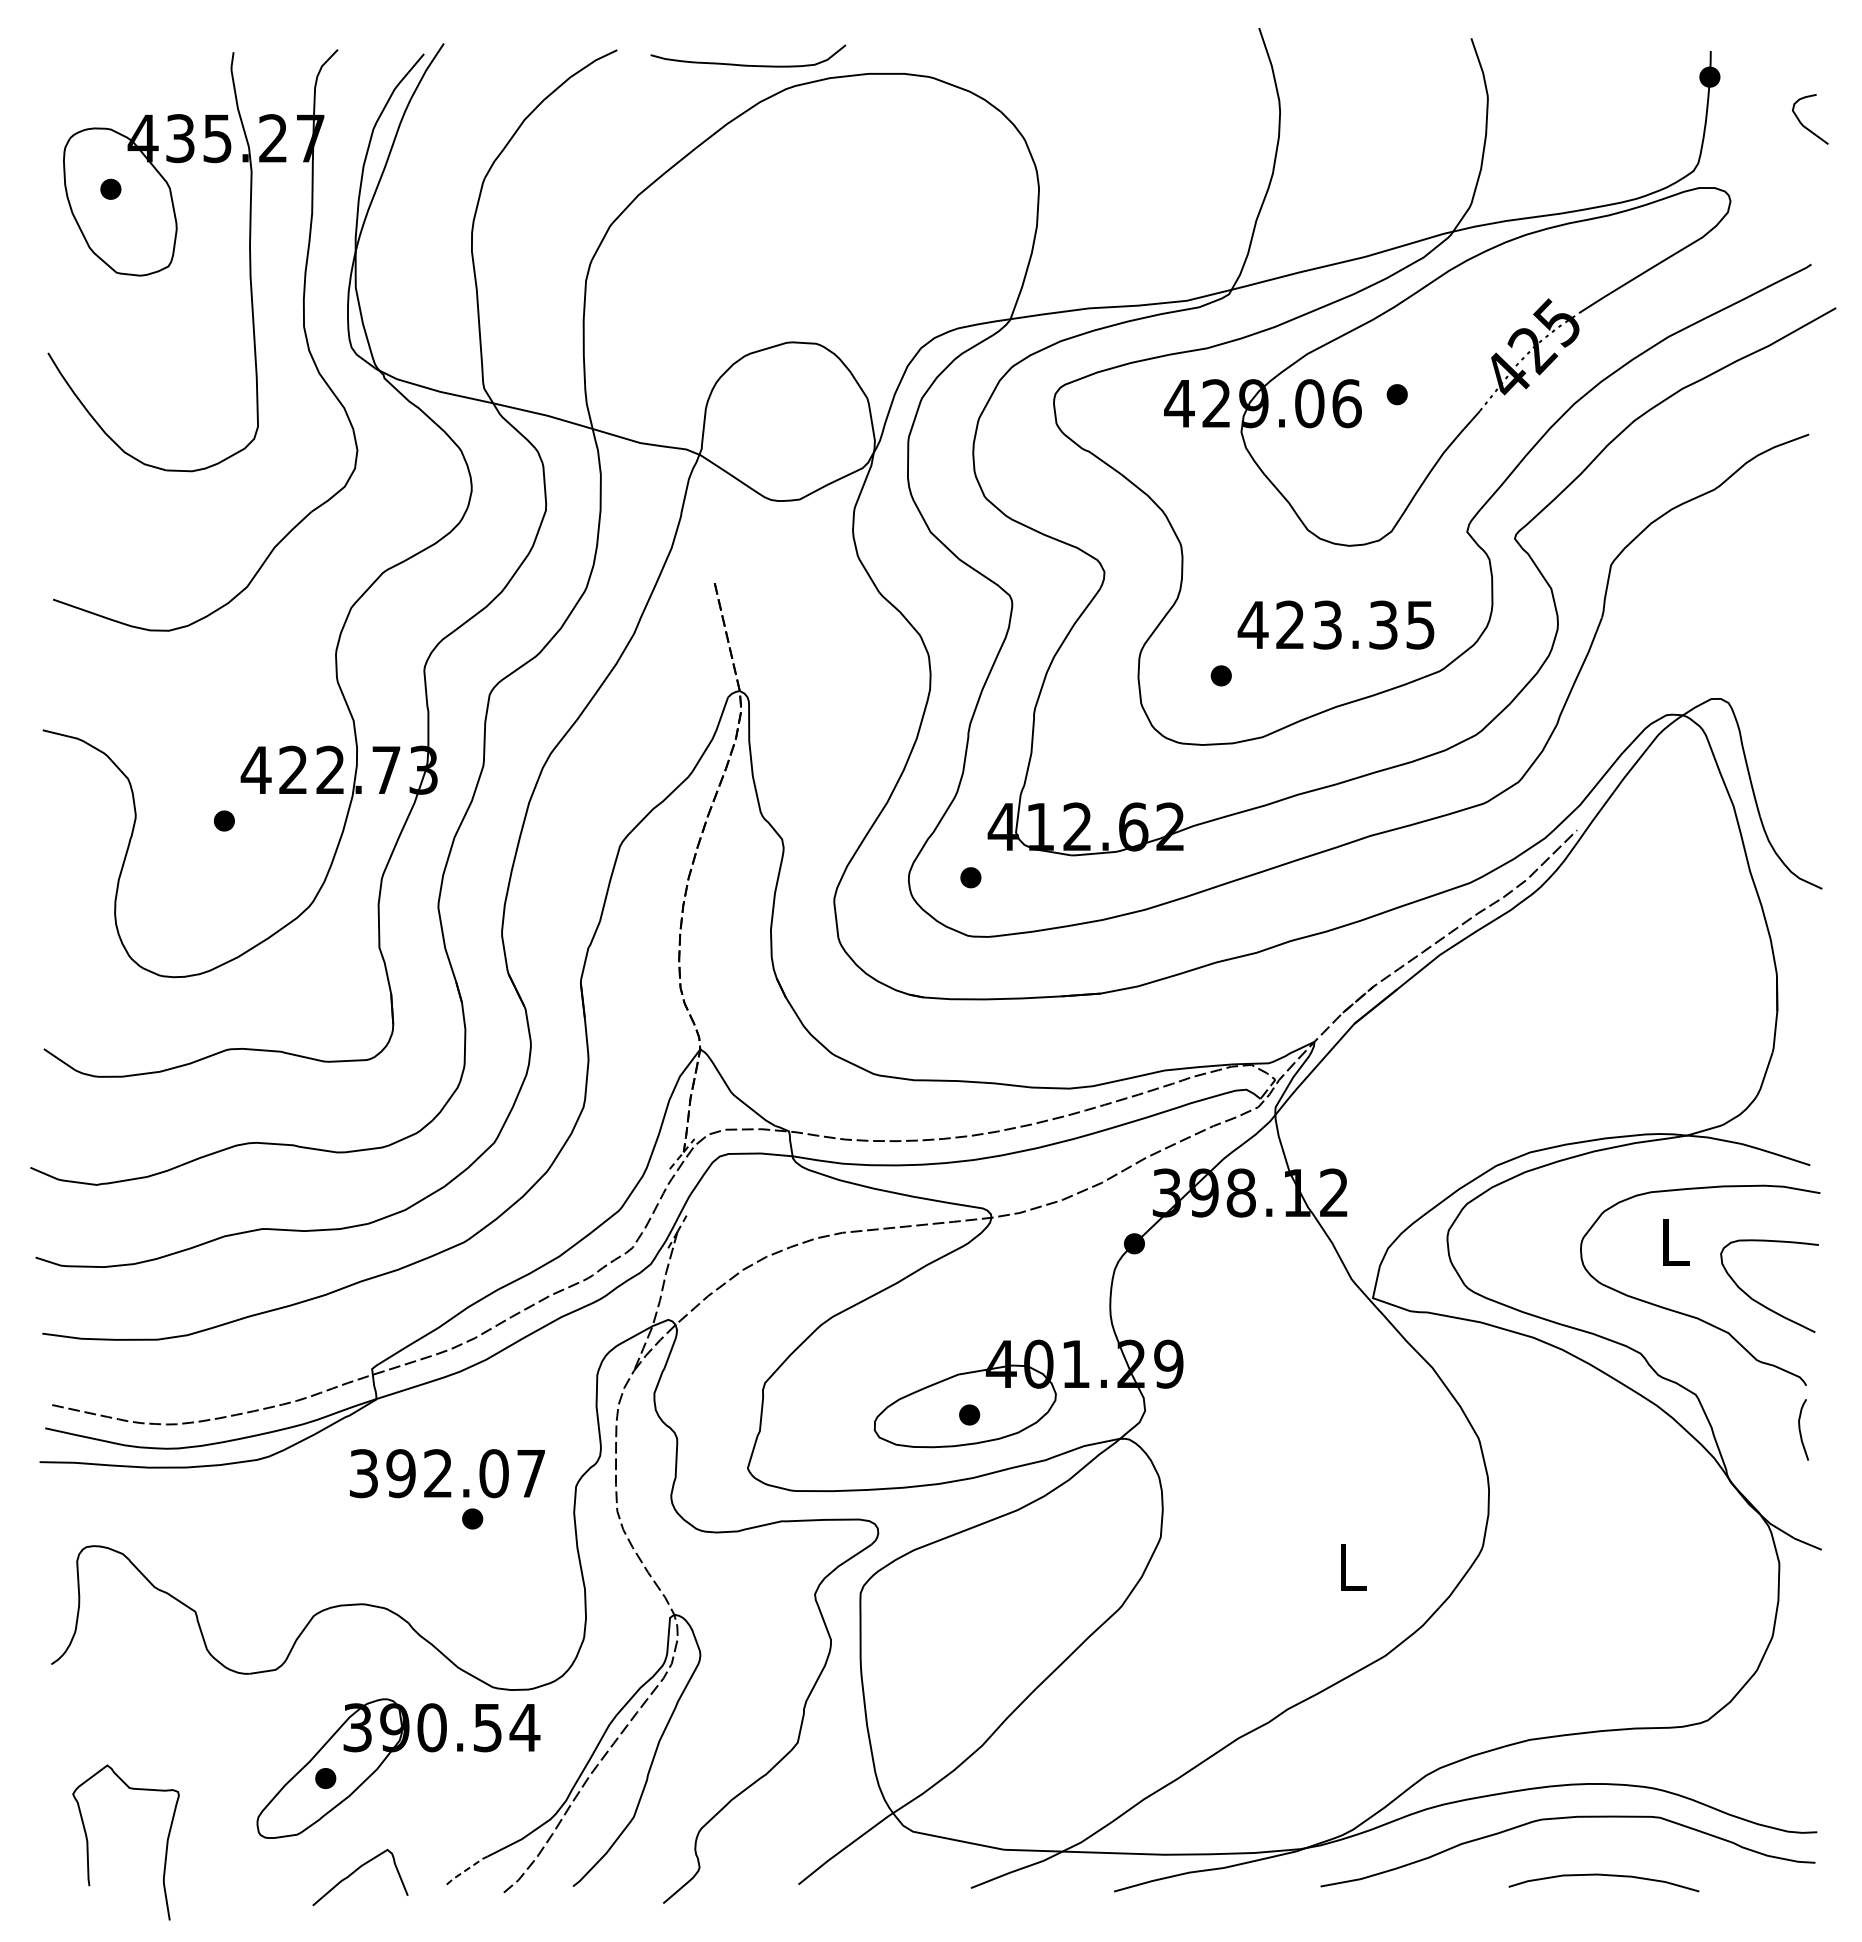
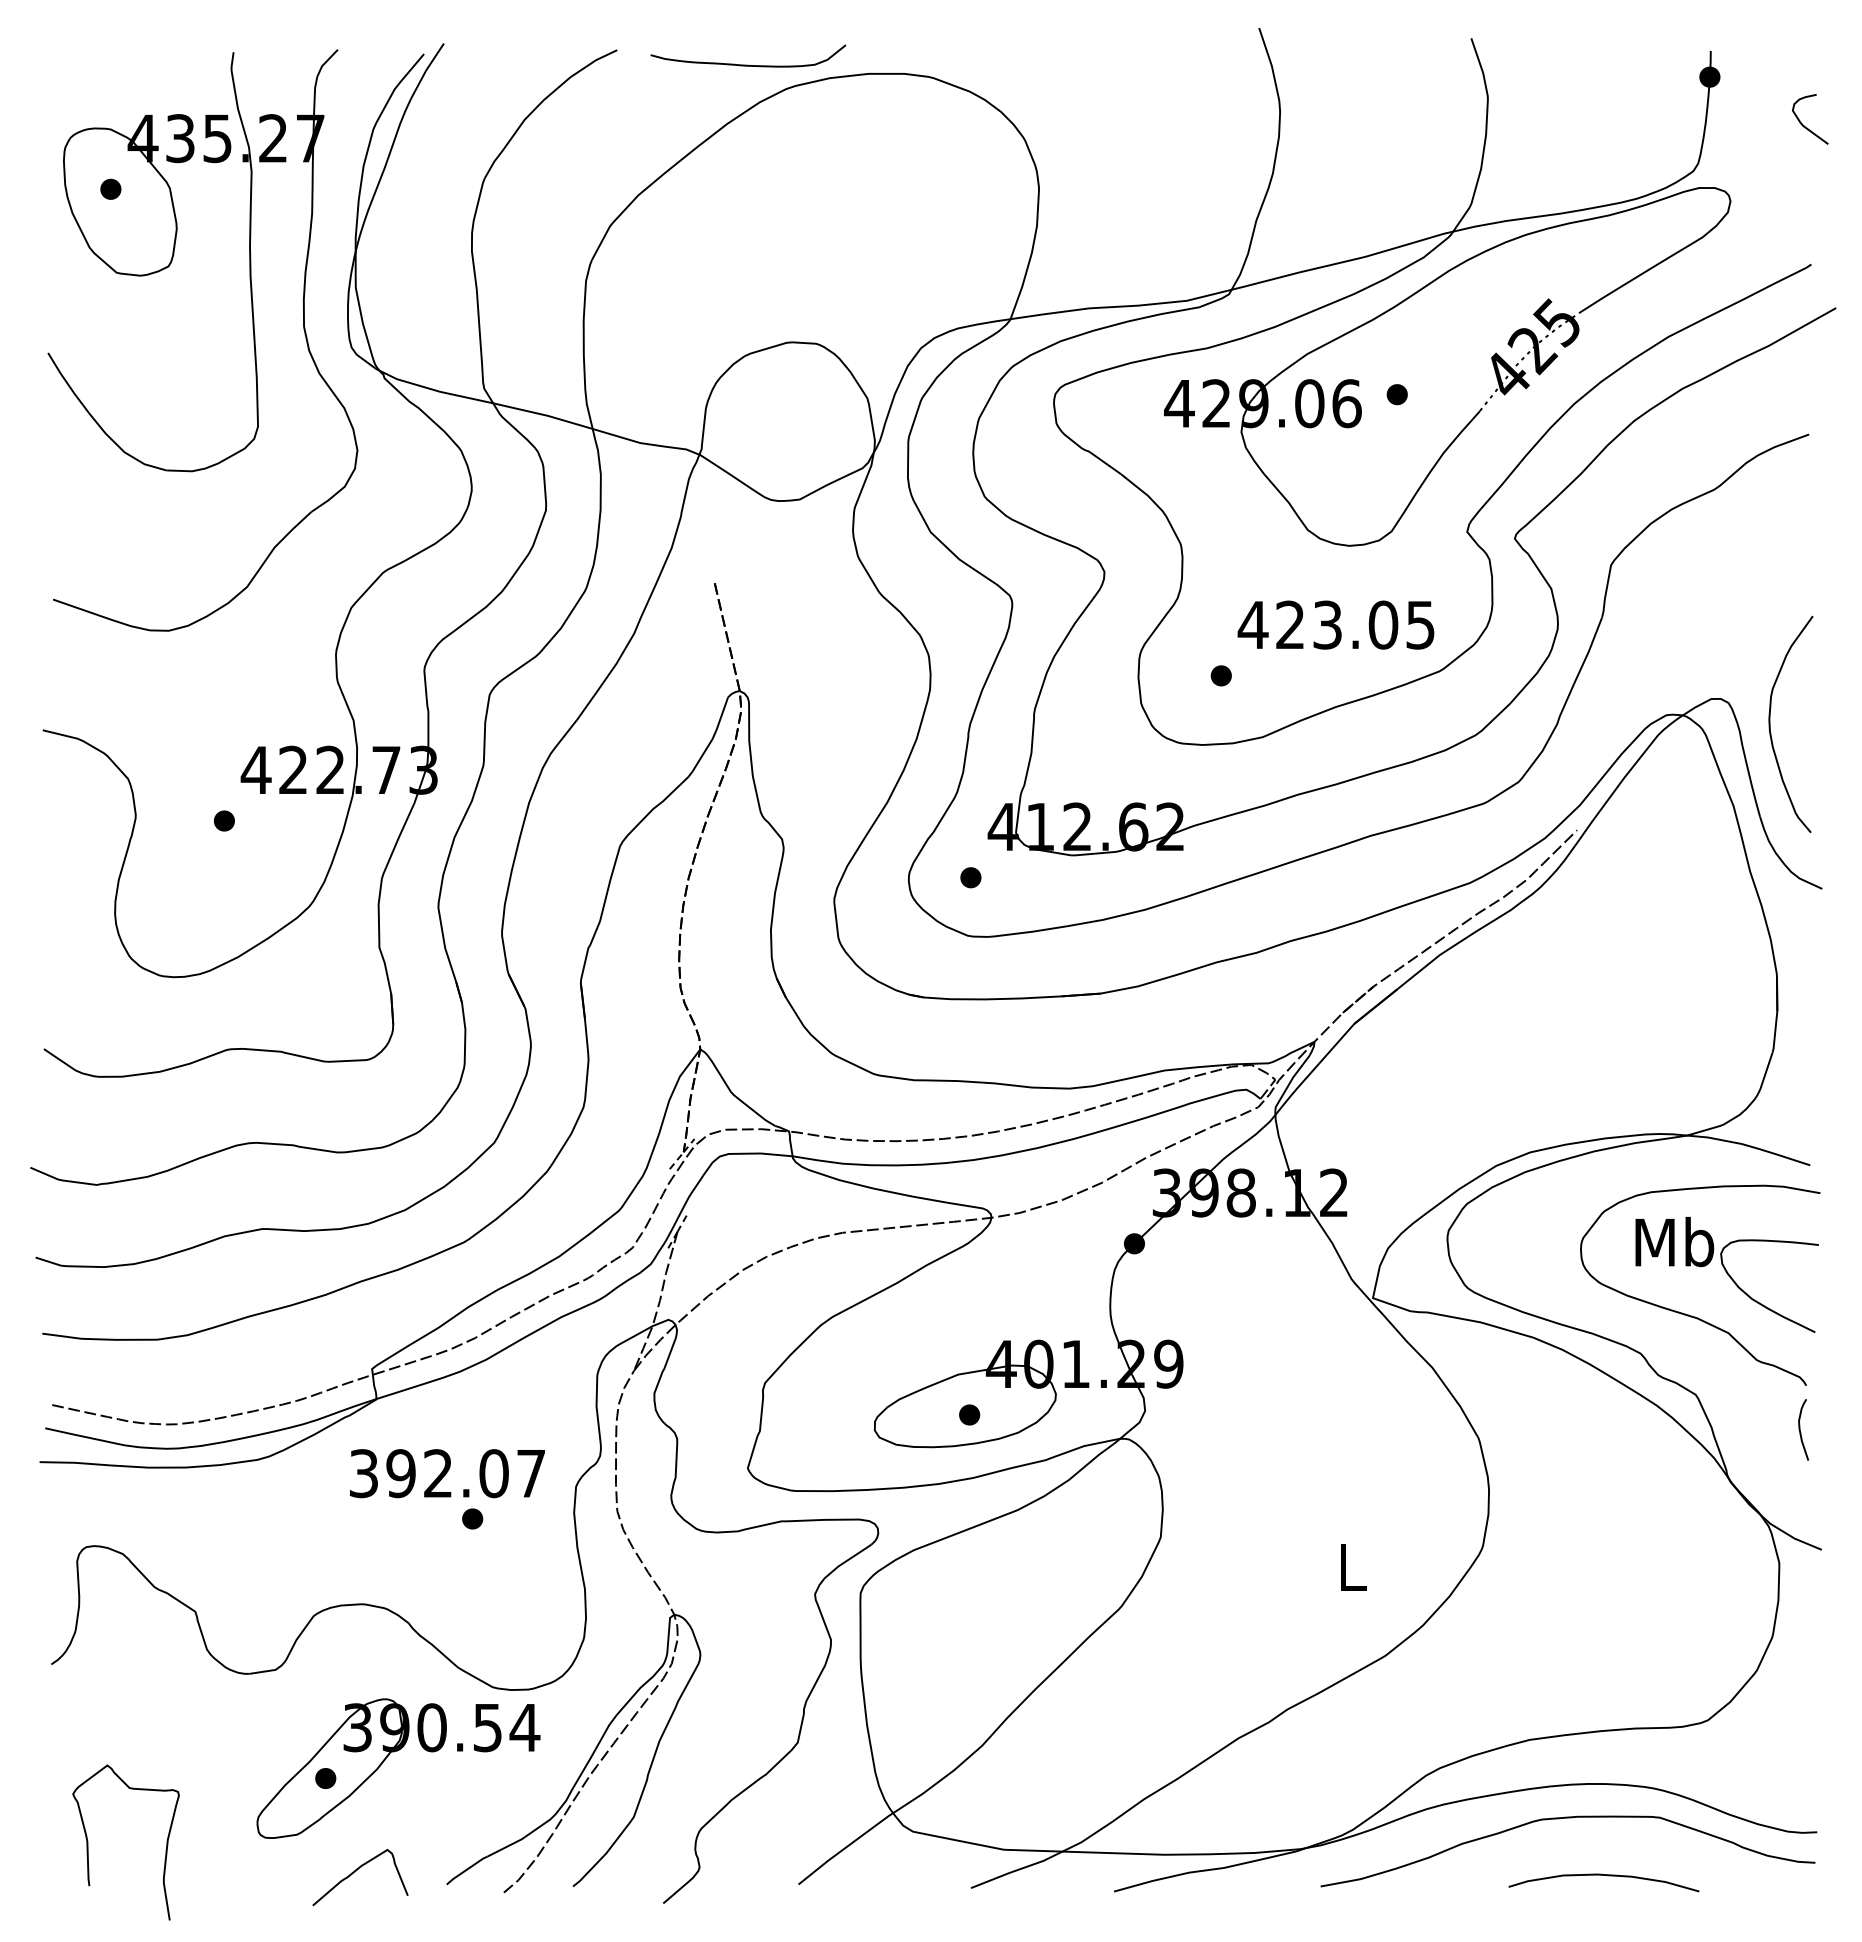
text at (1383, 624): 423.35 -> 423.05
curve at (1770, 724): none -> present
text at (1674, 1241): L -> Mb
line at (466, 1869): dashed -> solid
